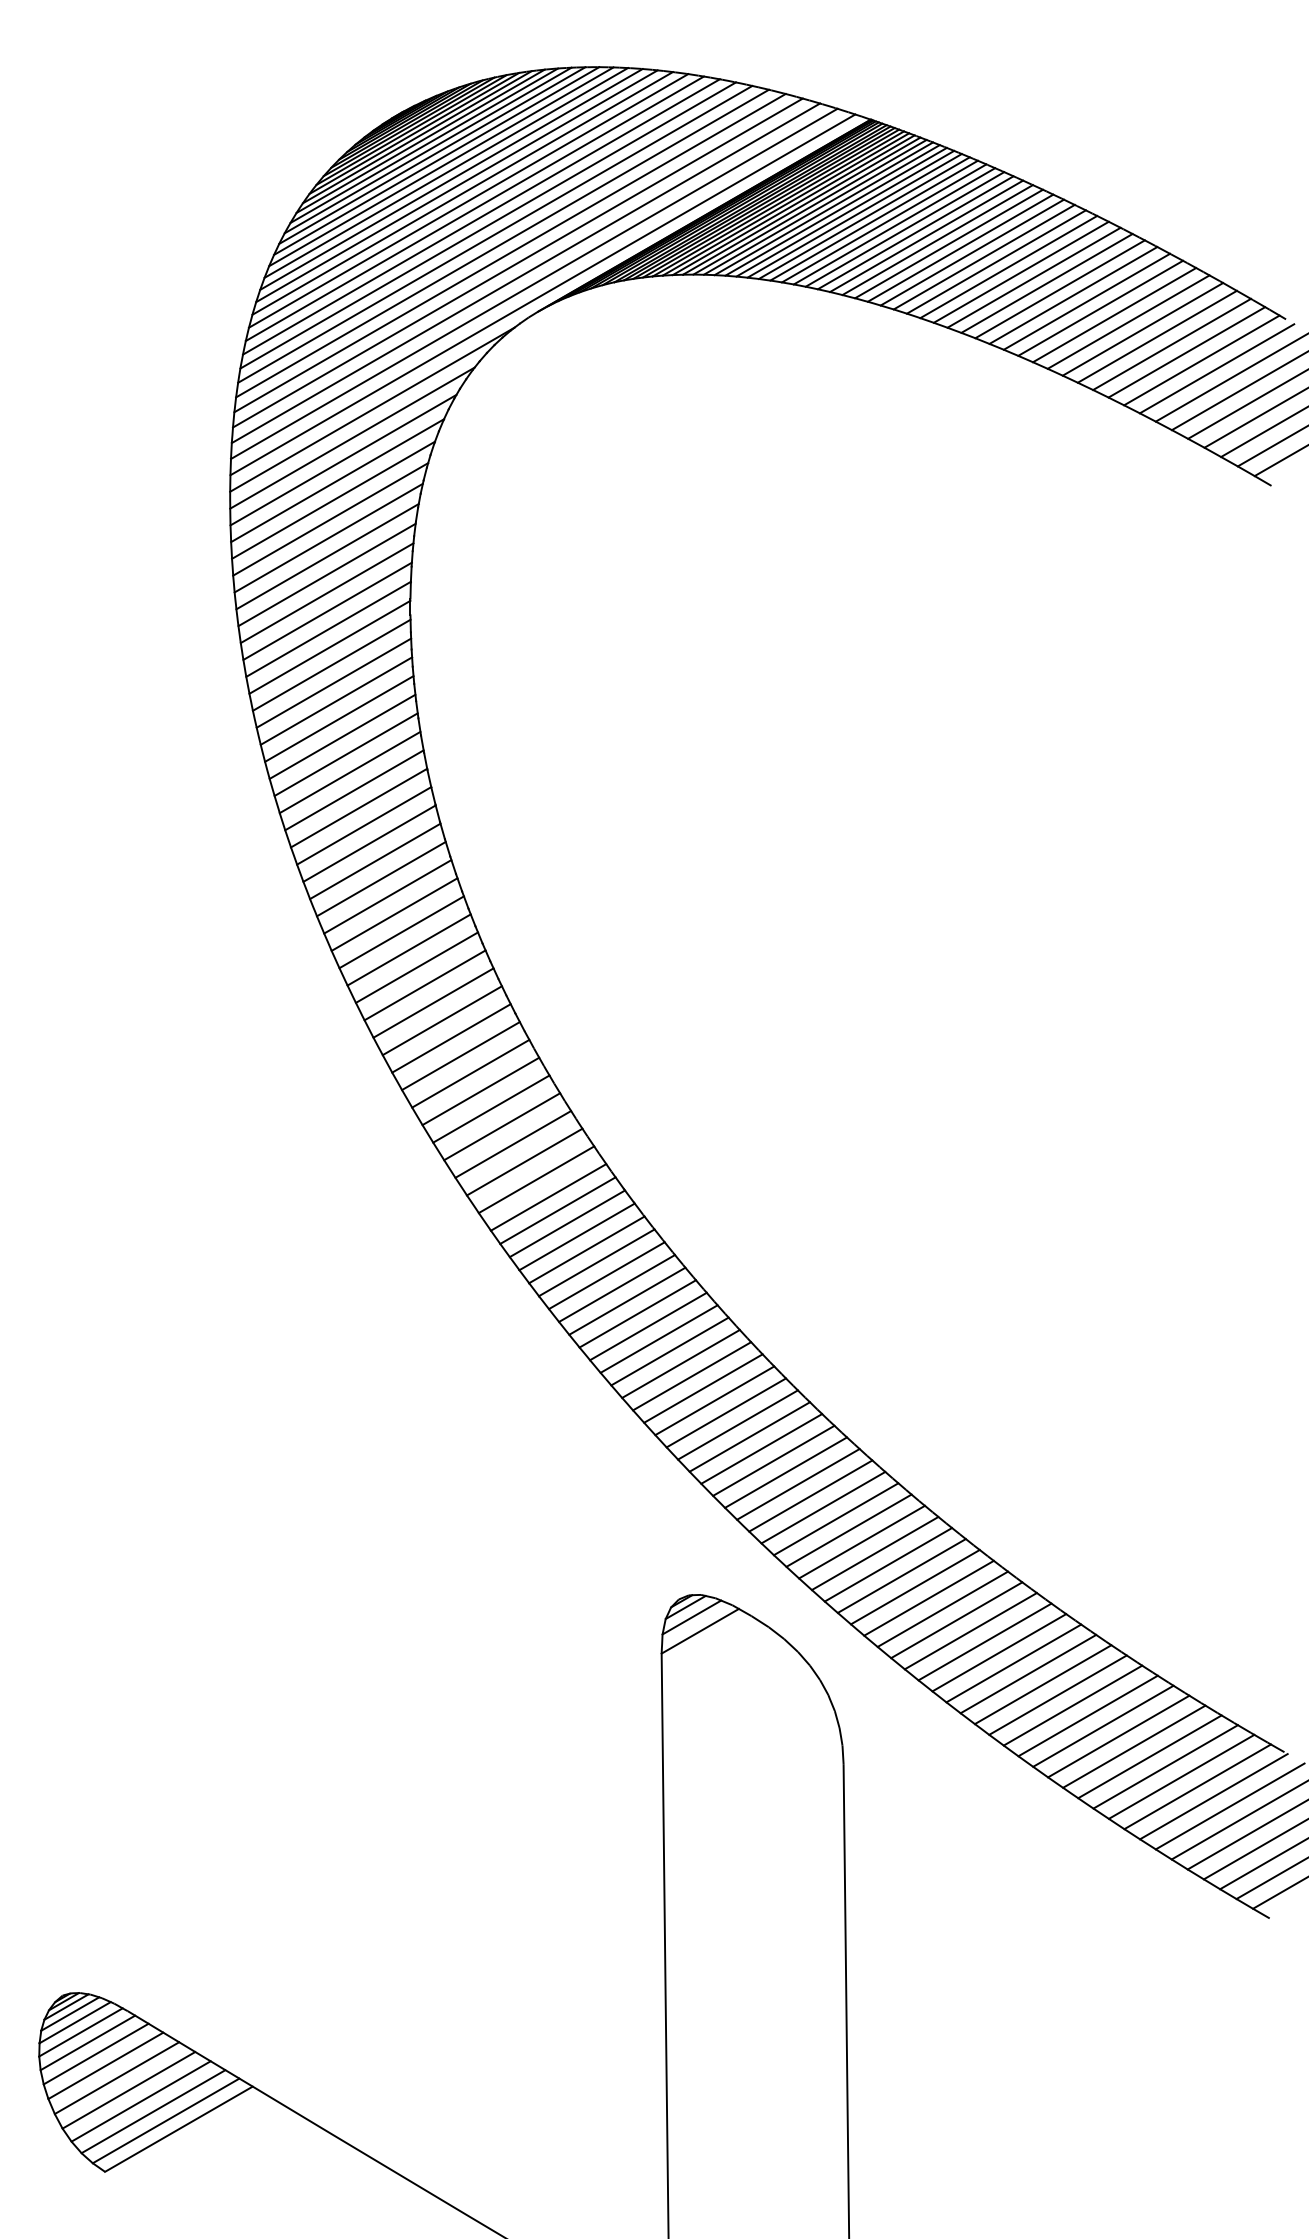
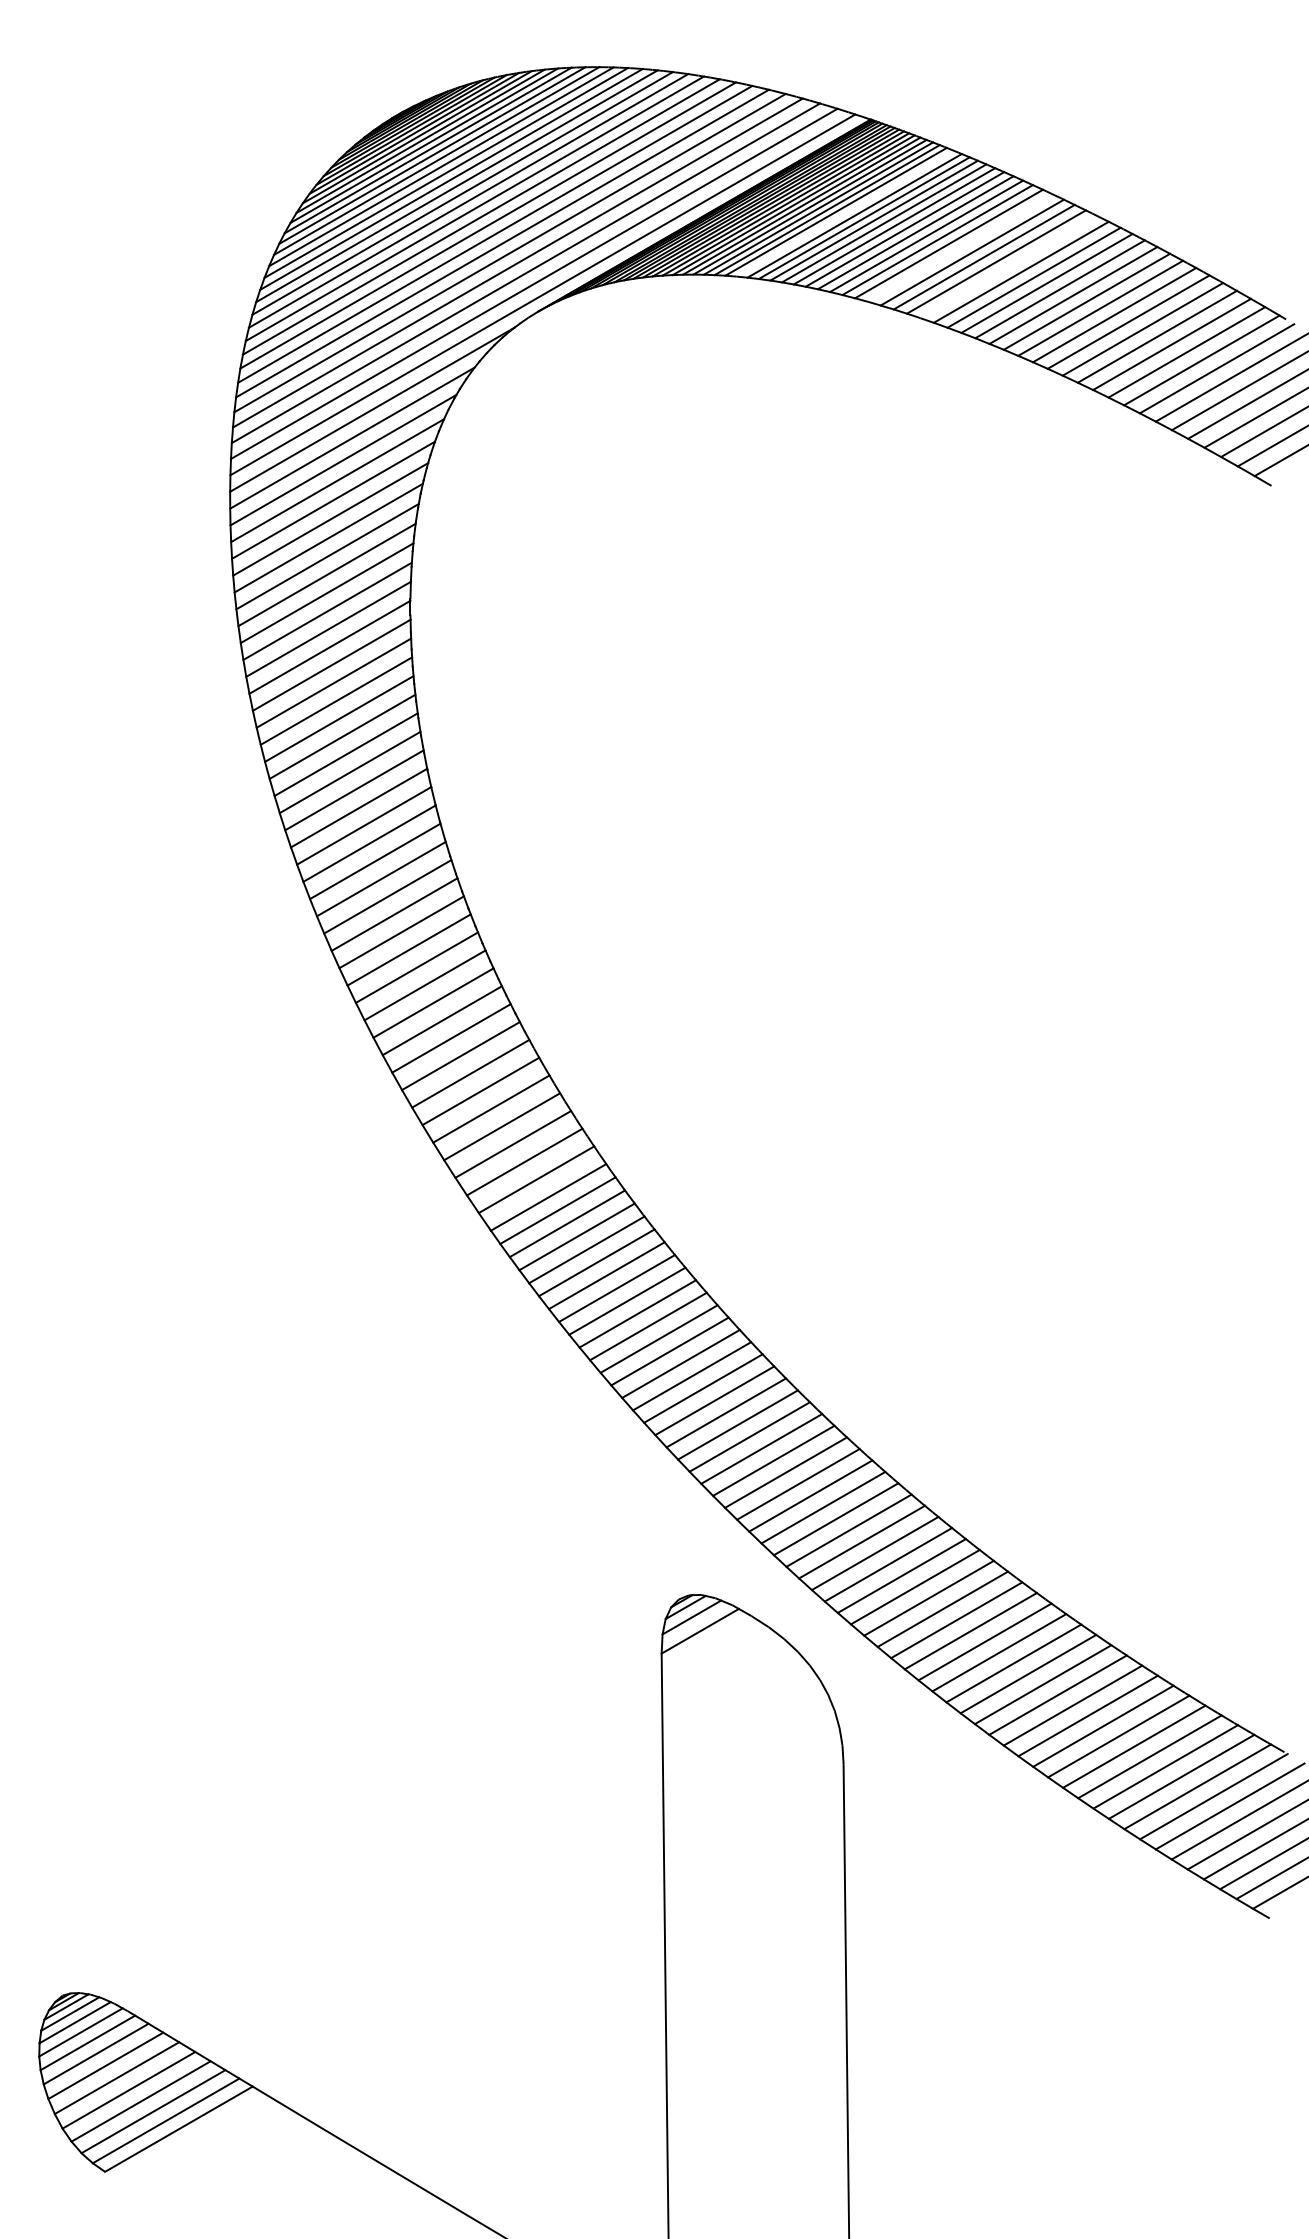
line at (845, 213): present -> none
line at (960, 247): present -> none
line at (1008, 266): present -> none
